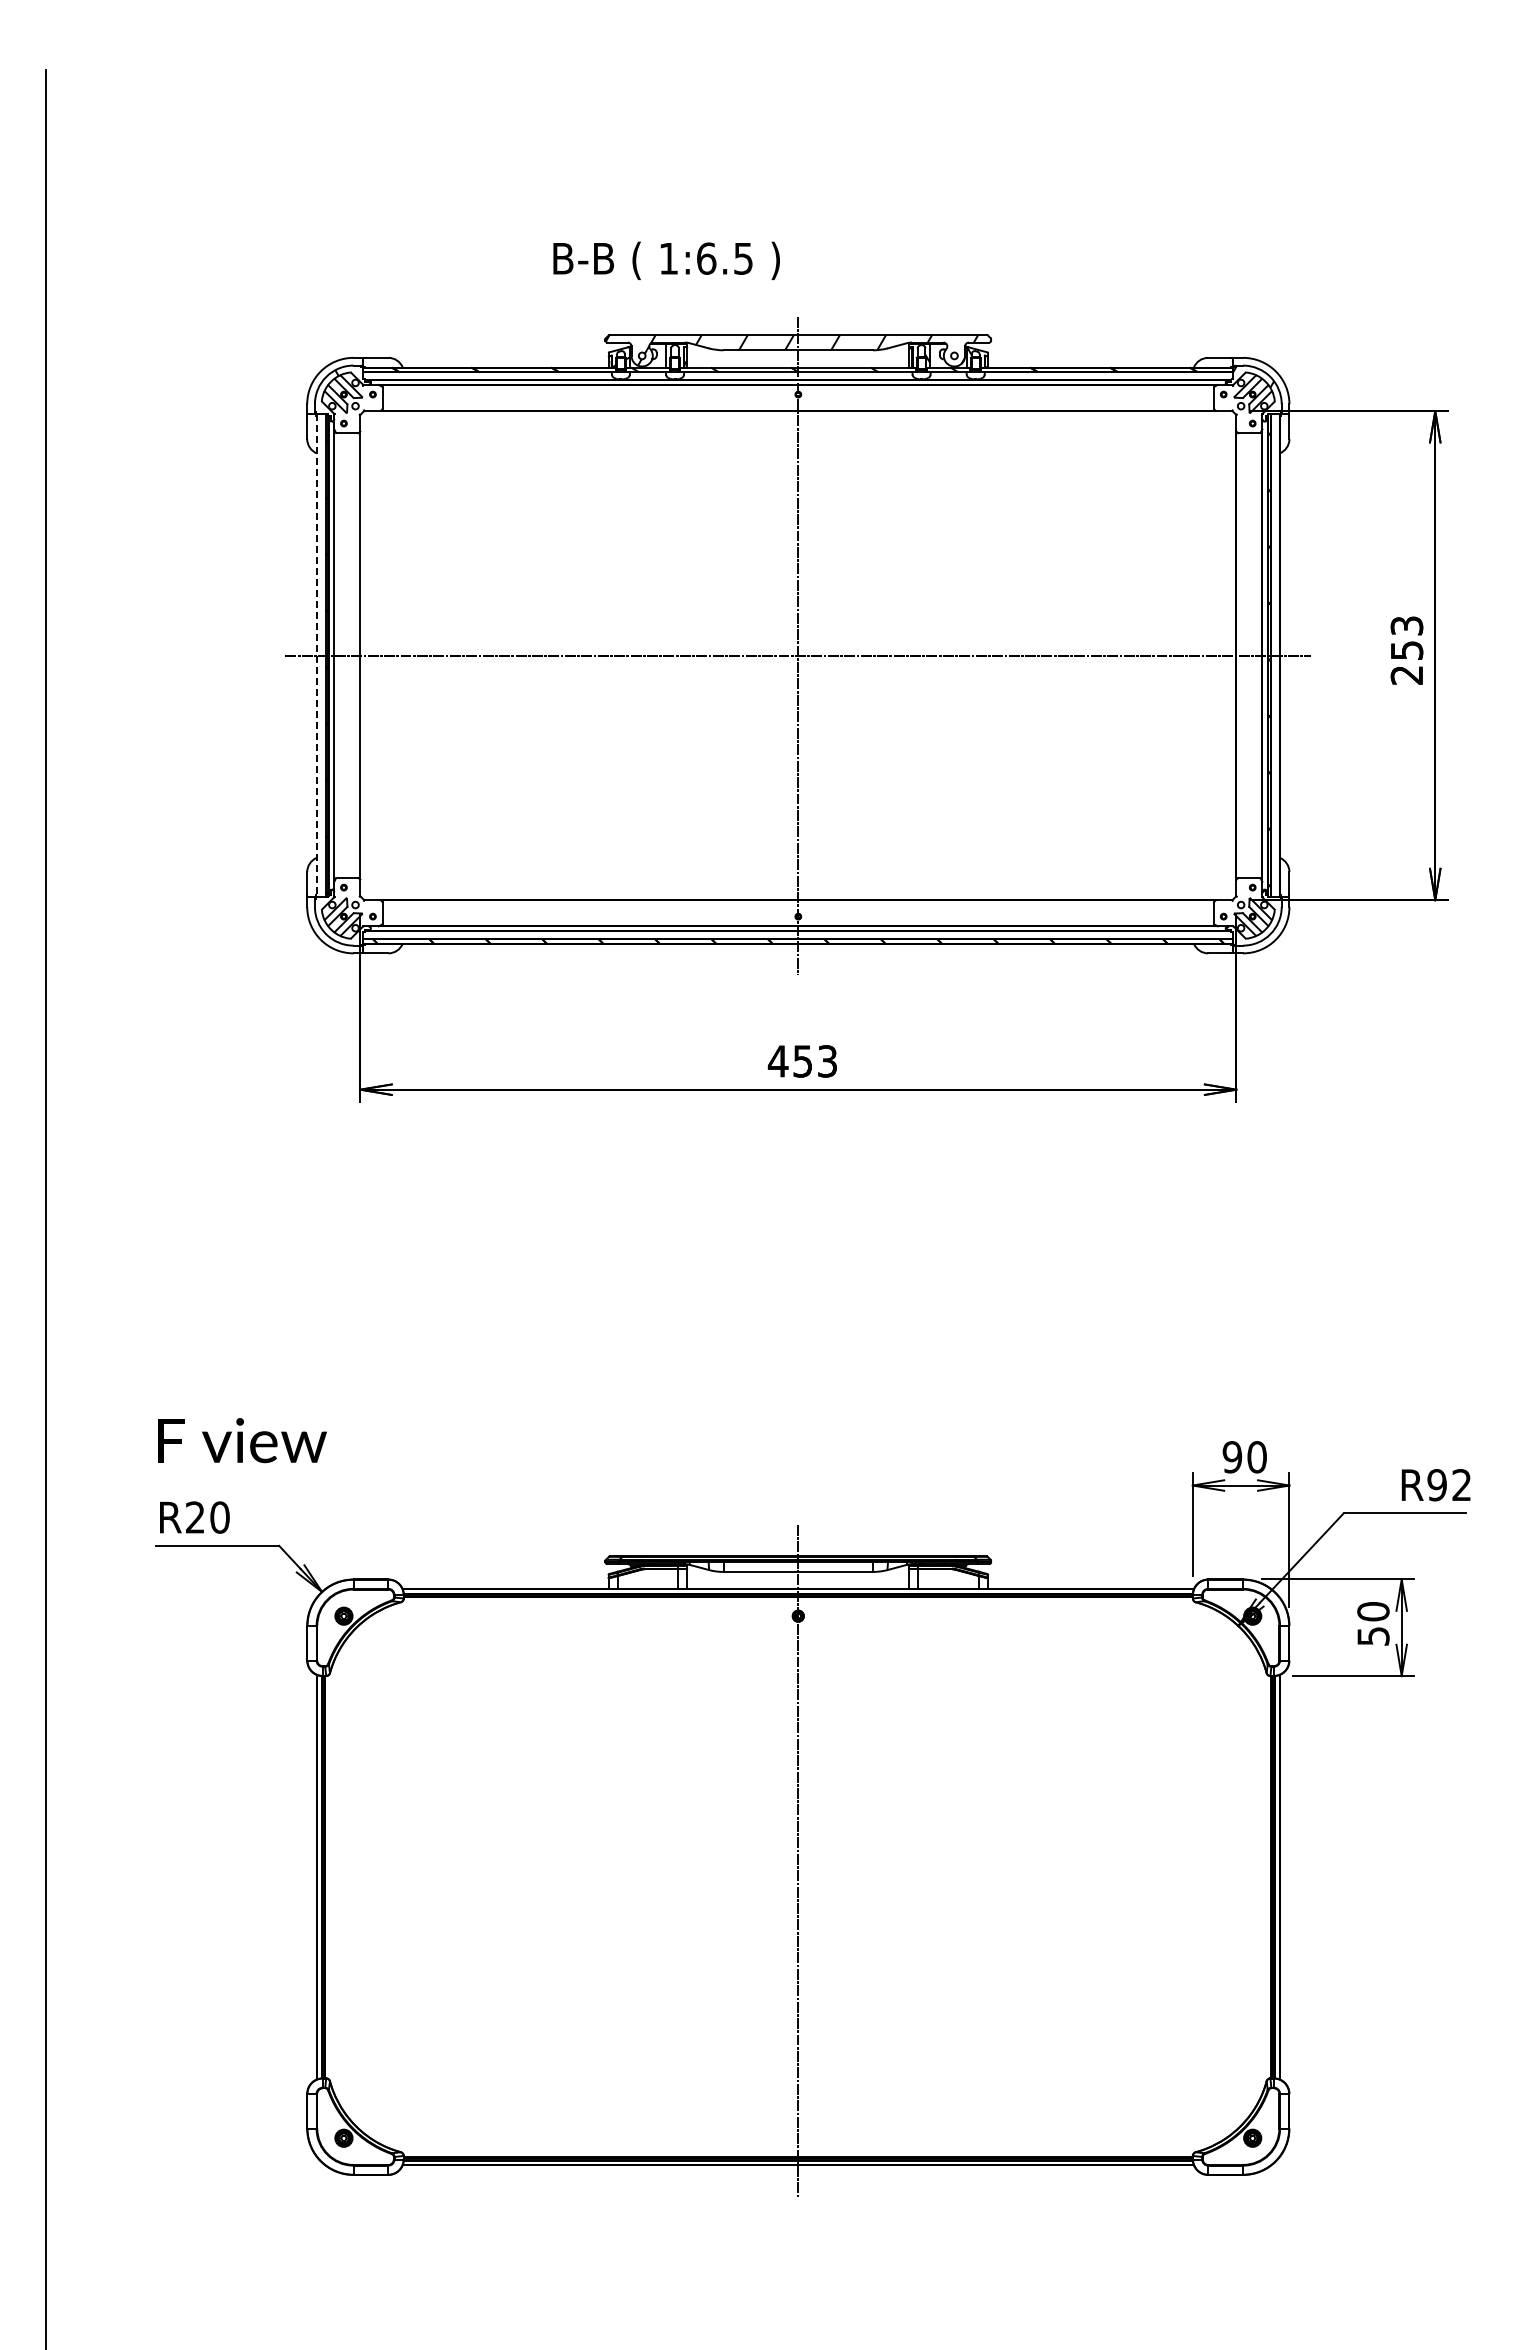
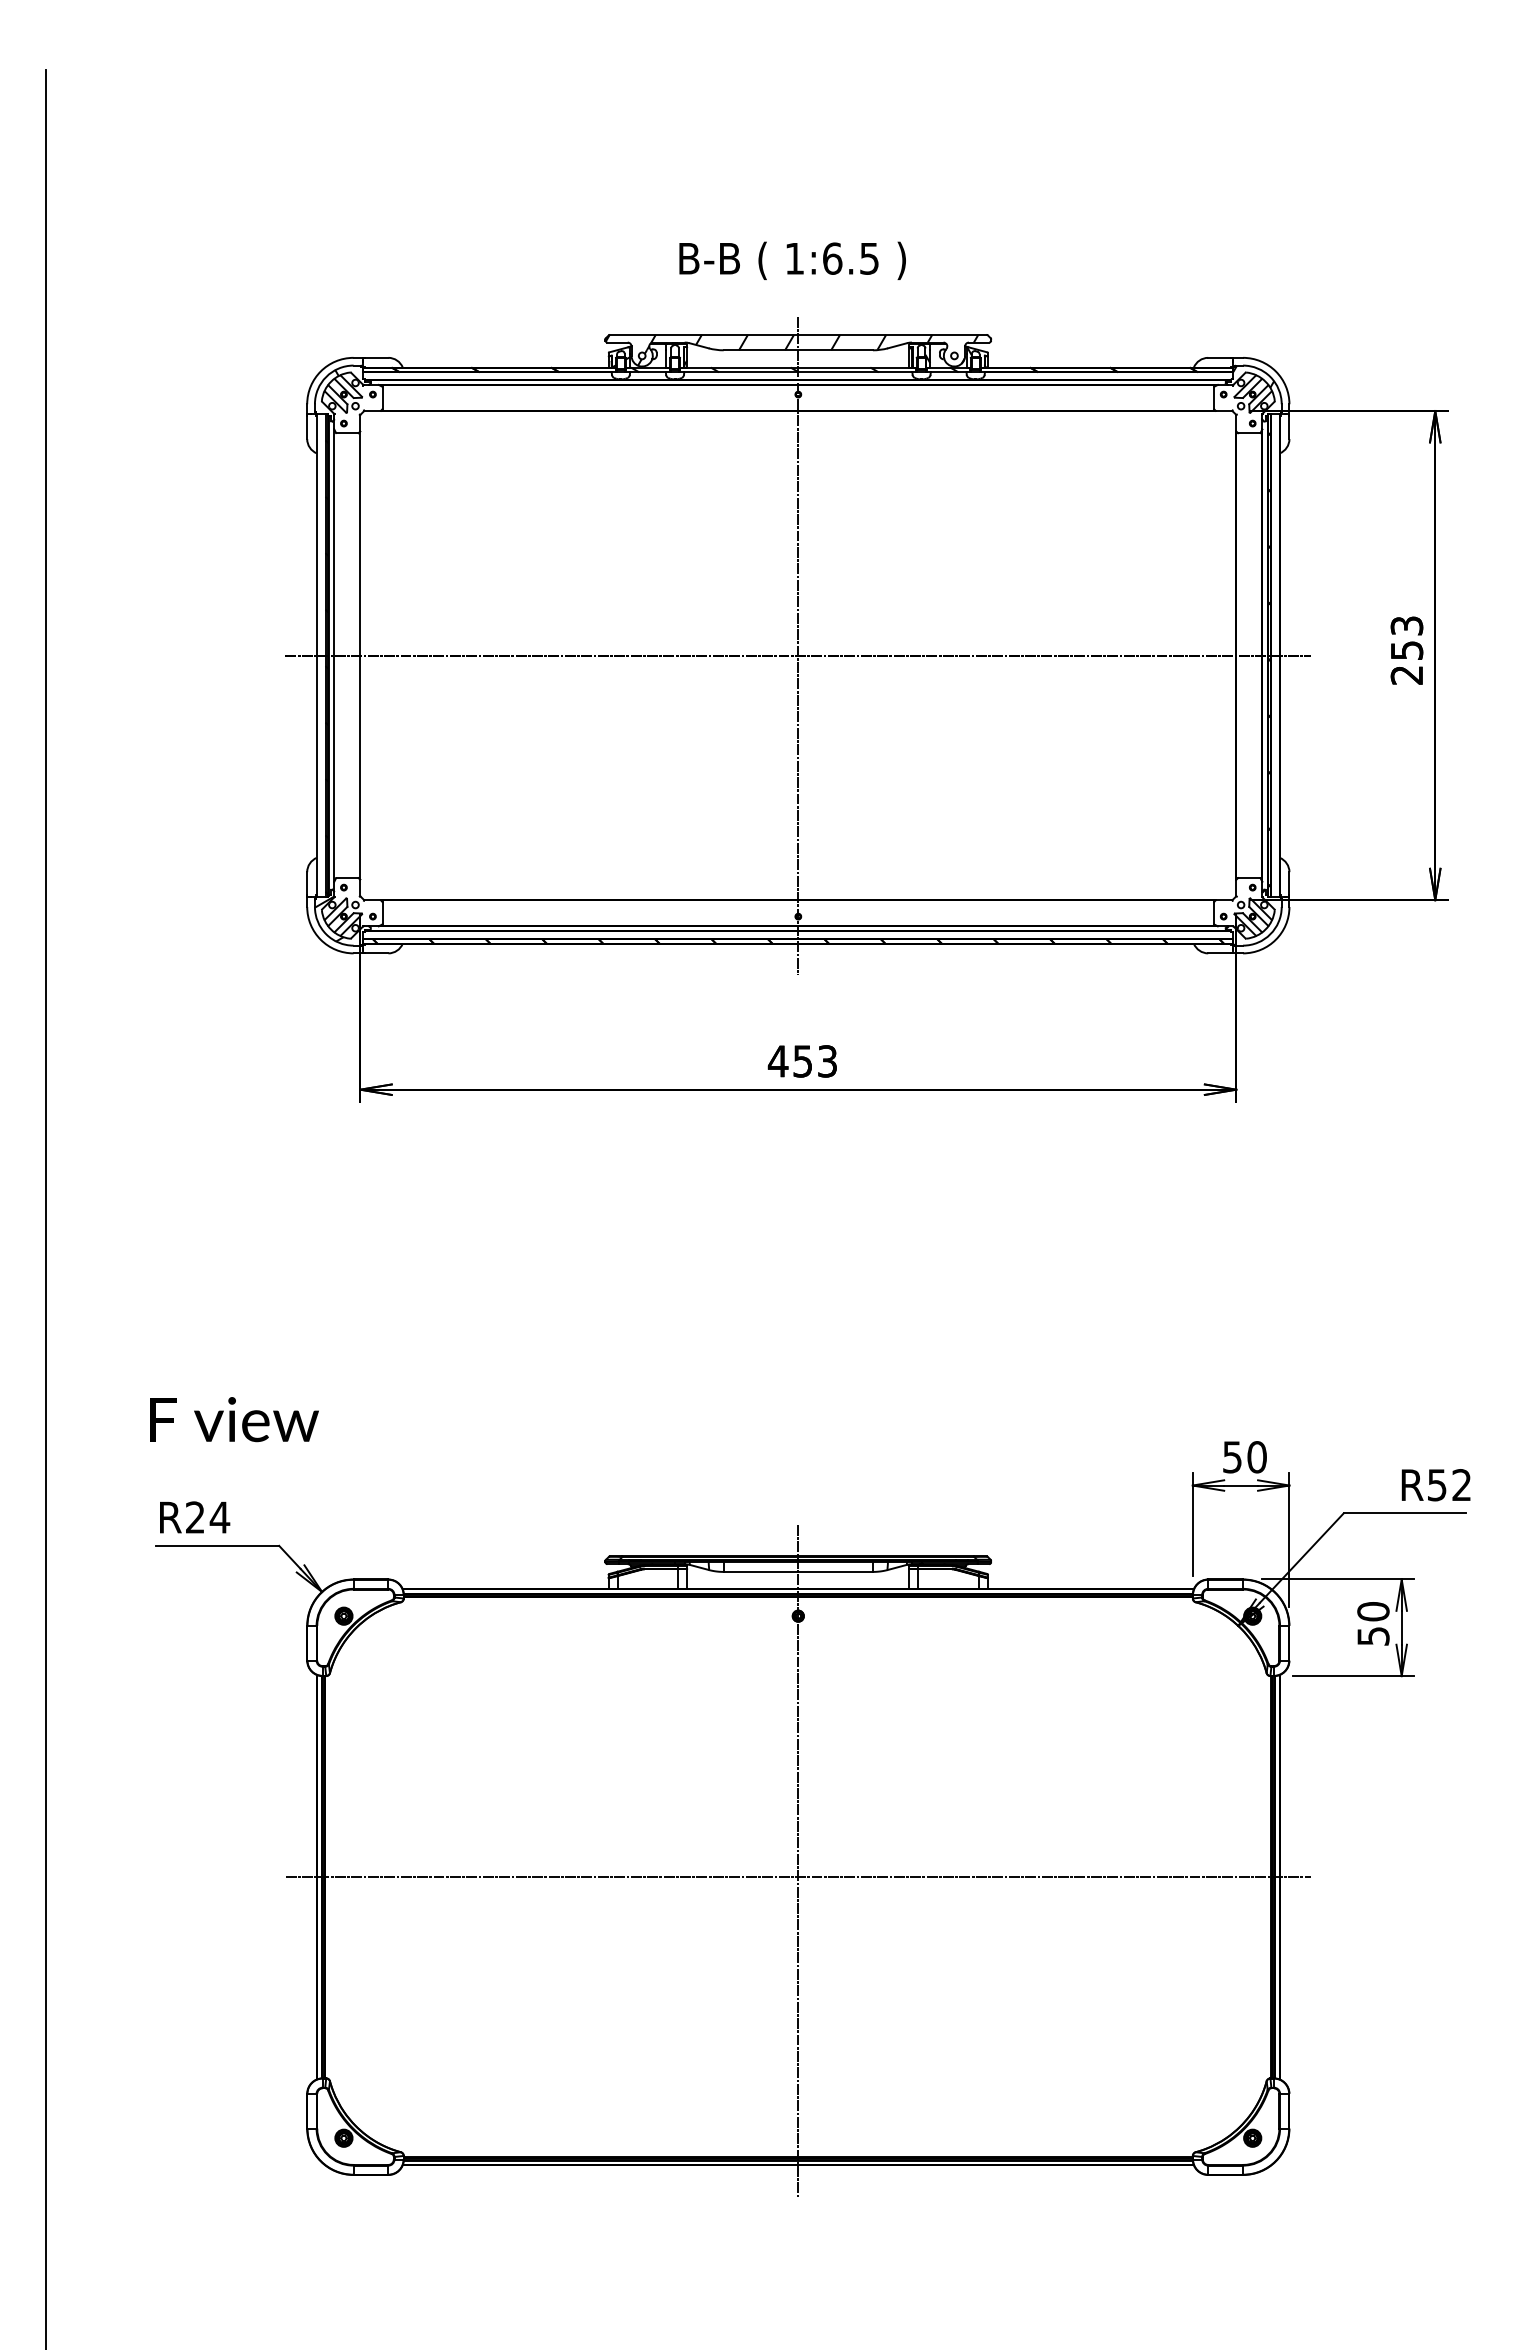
text at (666, 260) position: (666, 260) -> (792, 260)
line at (316, 655): dashed -> solid
hatch at (328, 918): none -> present
text at (242, 1440) position: (242, 1440) -> (234, 1419)
text at (1232, 1457): 90 -> 50
text at (1436, 1485): R92 -> R52
text at (219, 1517): R20 -> R24
line at (798, 1877): none -> present
